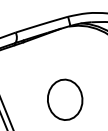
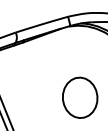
part at (65, 99) position: (65, 99) -> (80, 97)
